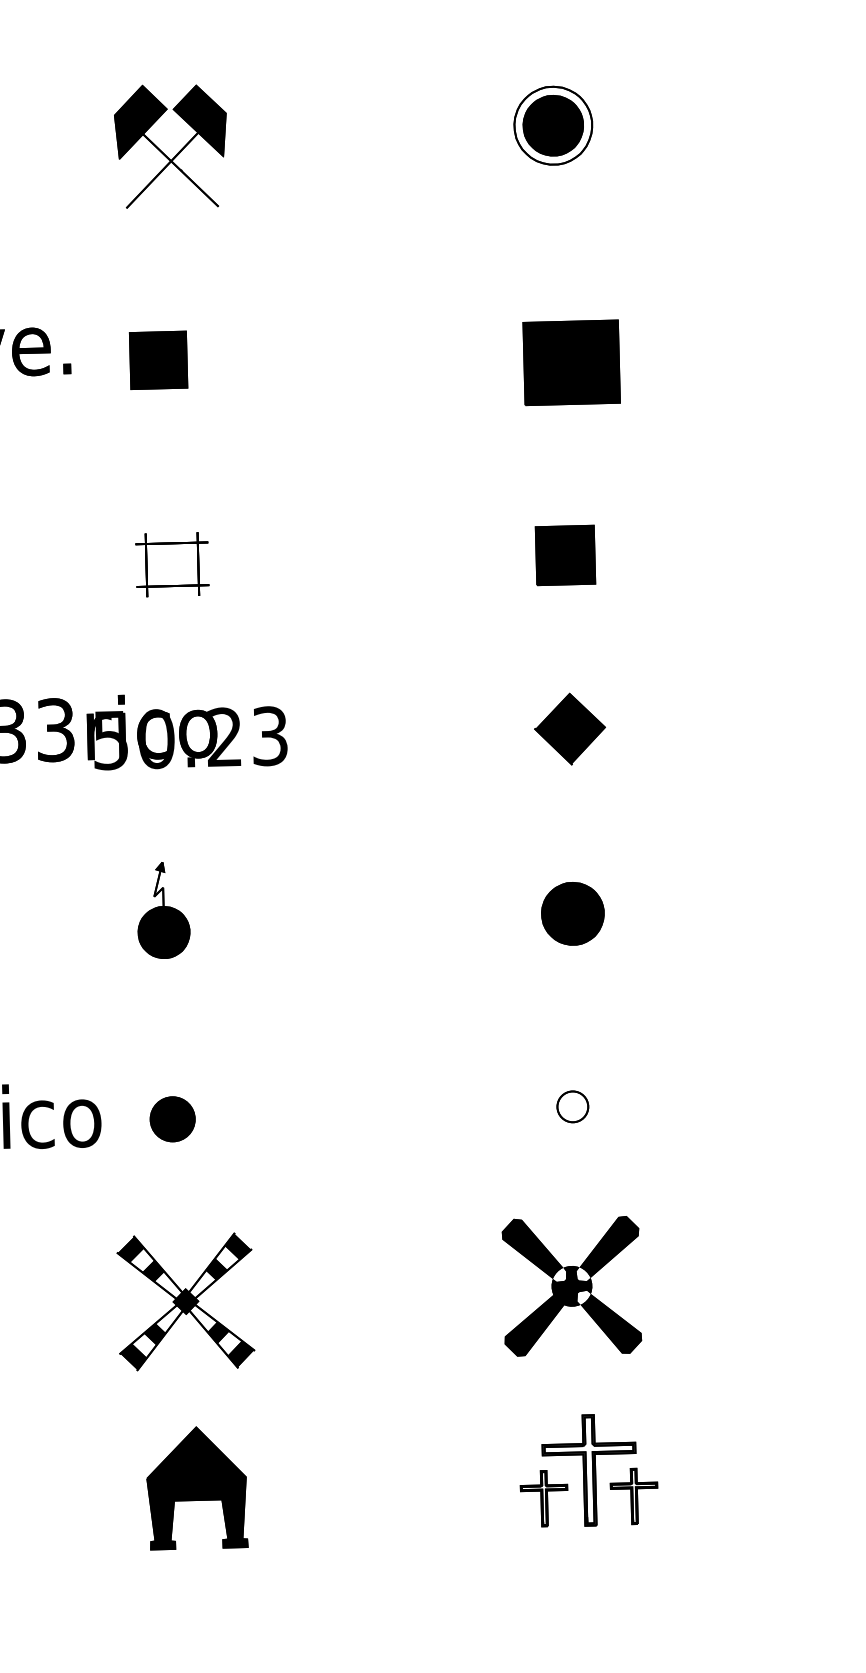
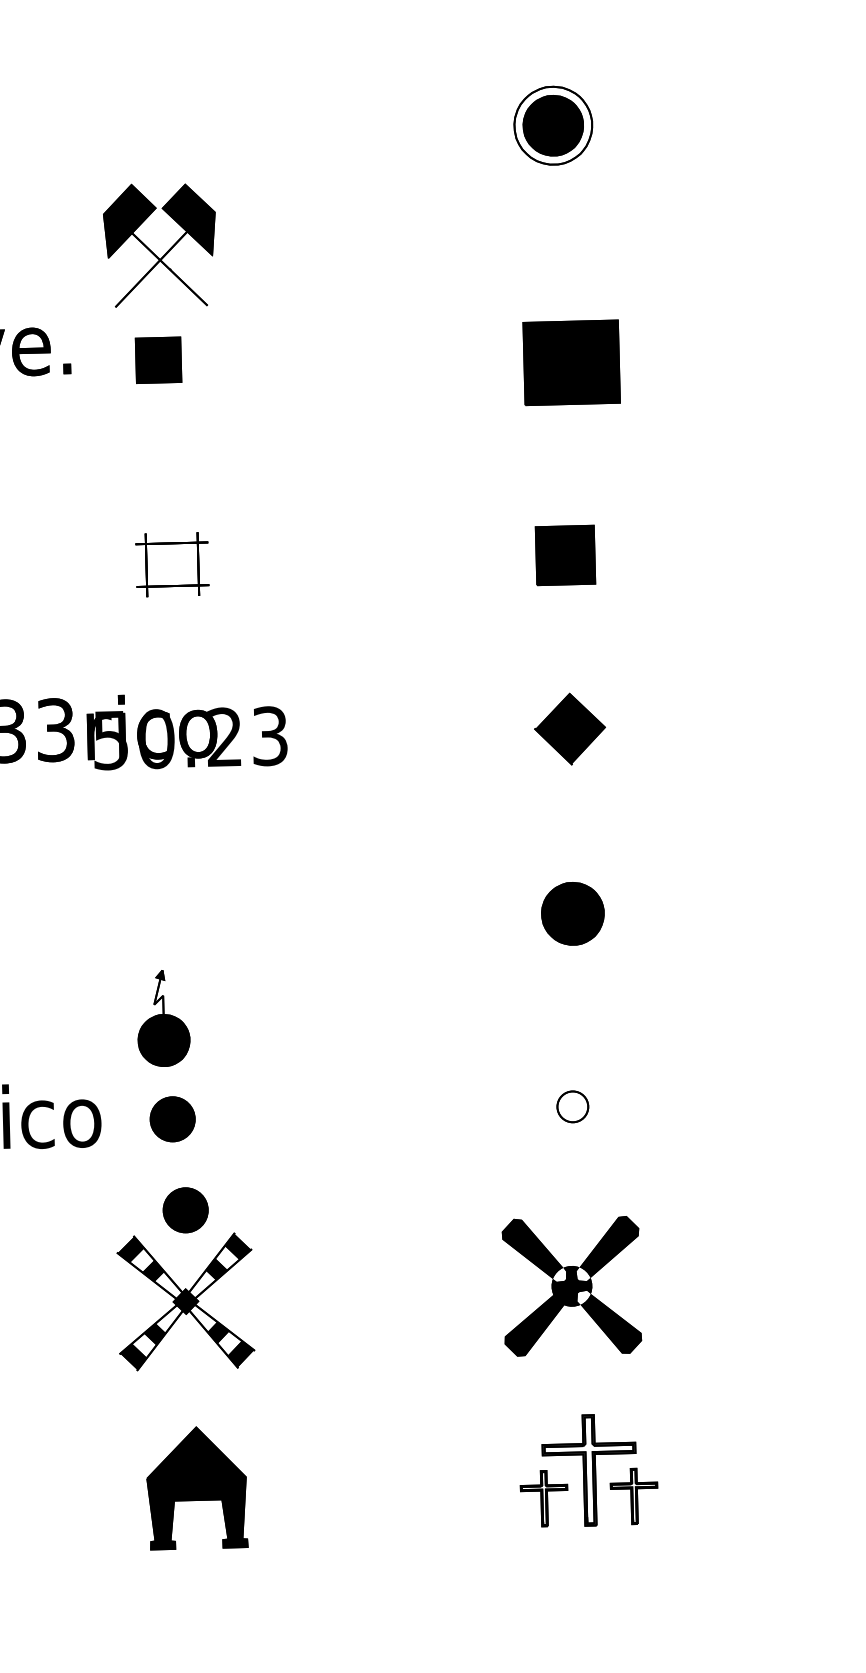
part at (163, 152) position: (163, 152) -> (152, 251)
part at (158, 359) size: 61x60 px -> 49x48 px
part at (163, 910) position: (163, 910) -> (163, 1018)
part at (185, 1210): none -> present
